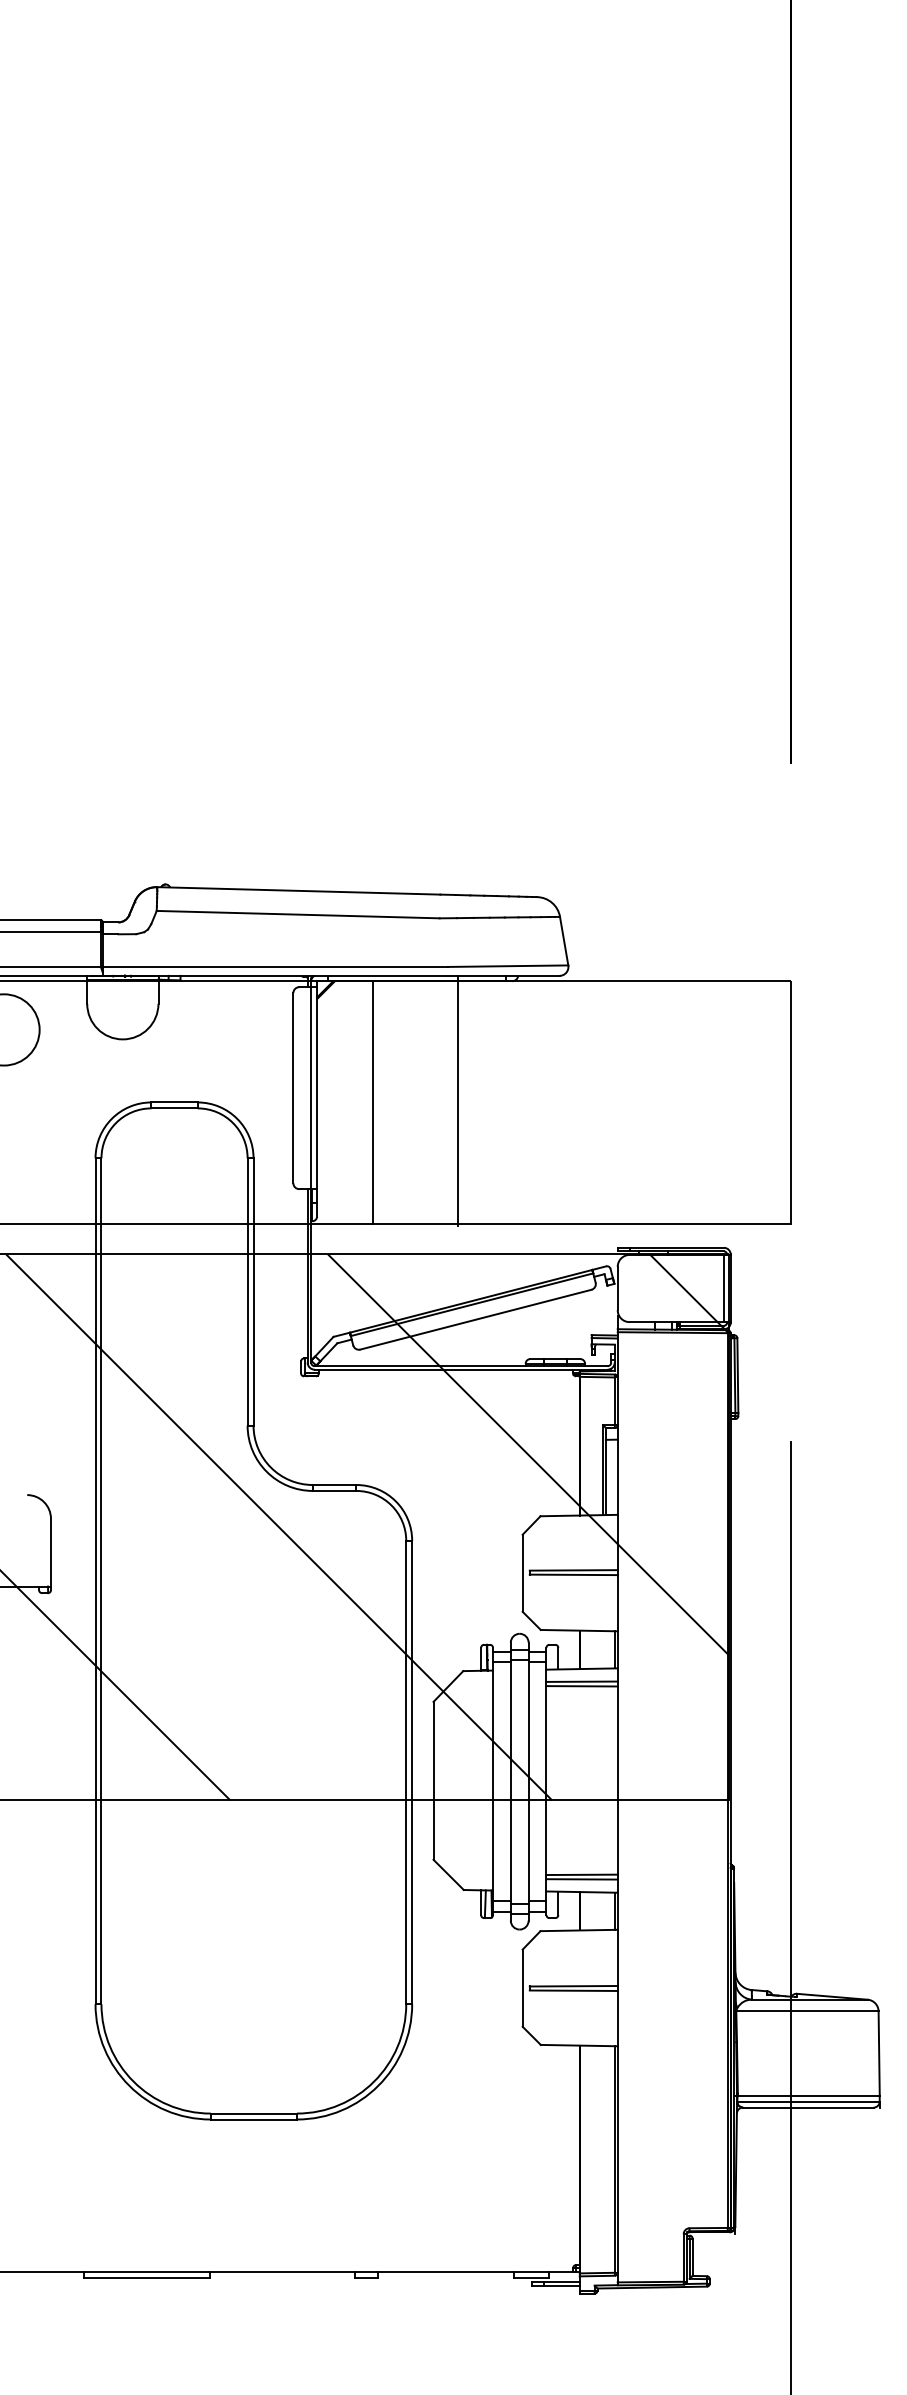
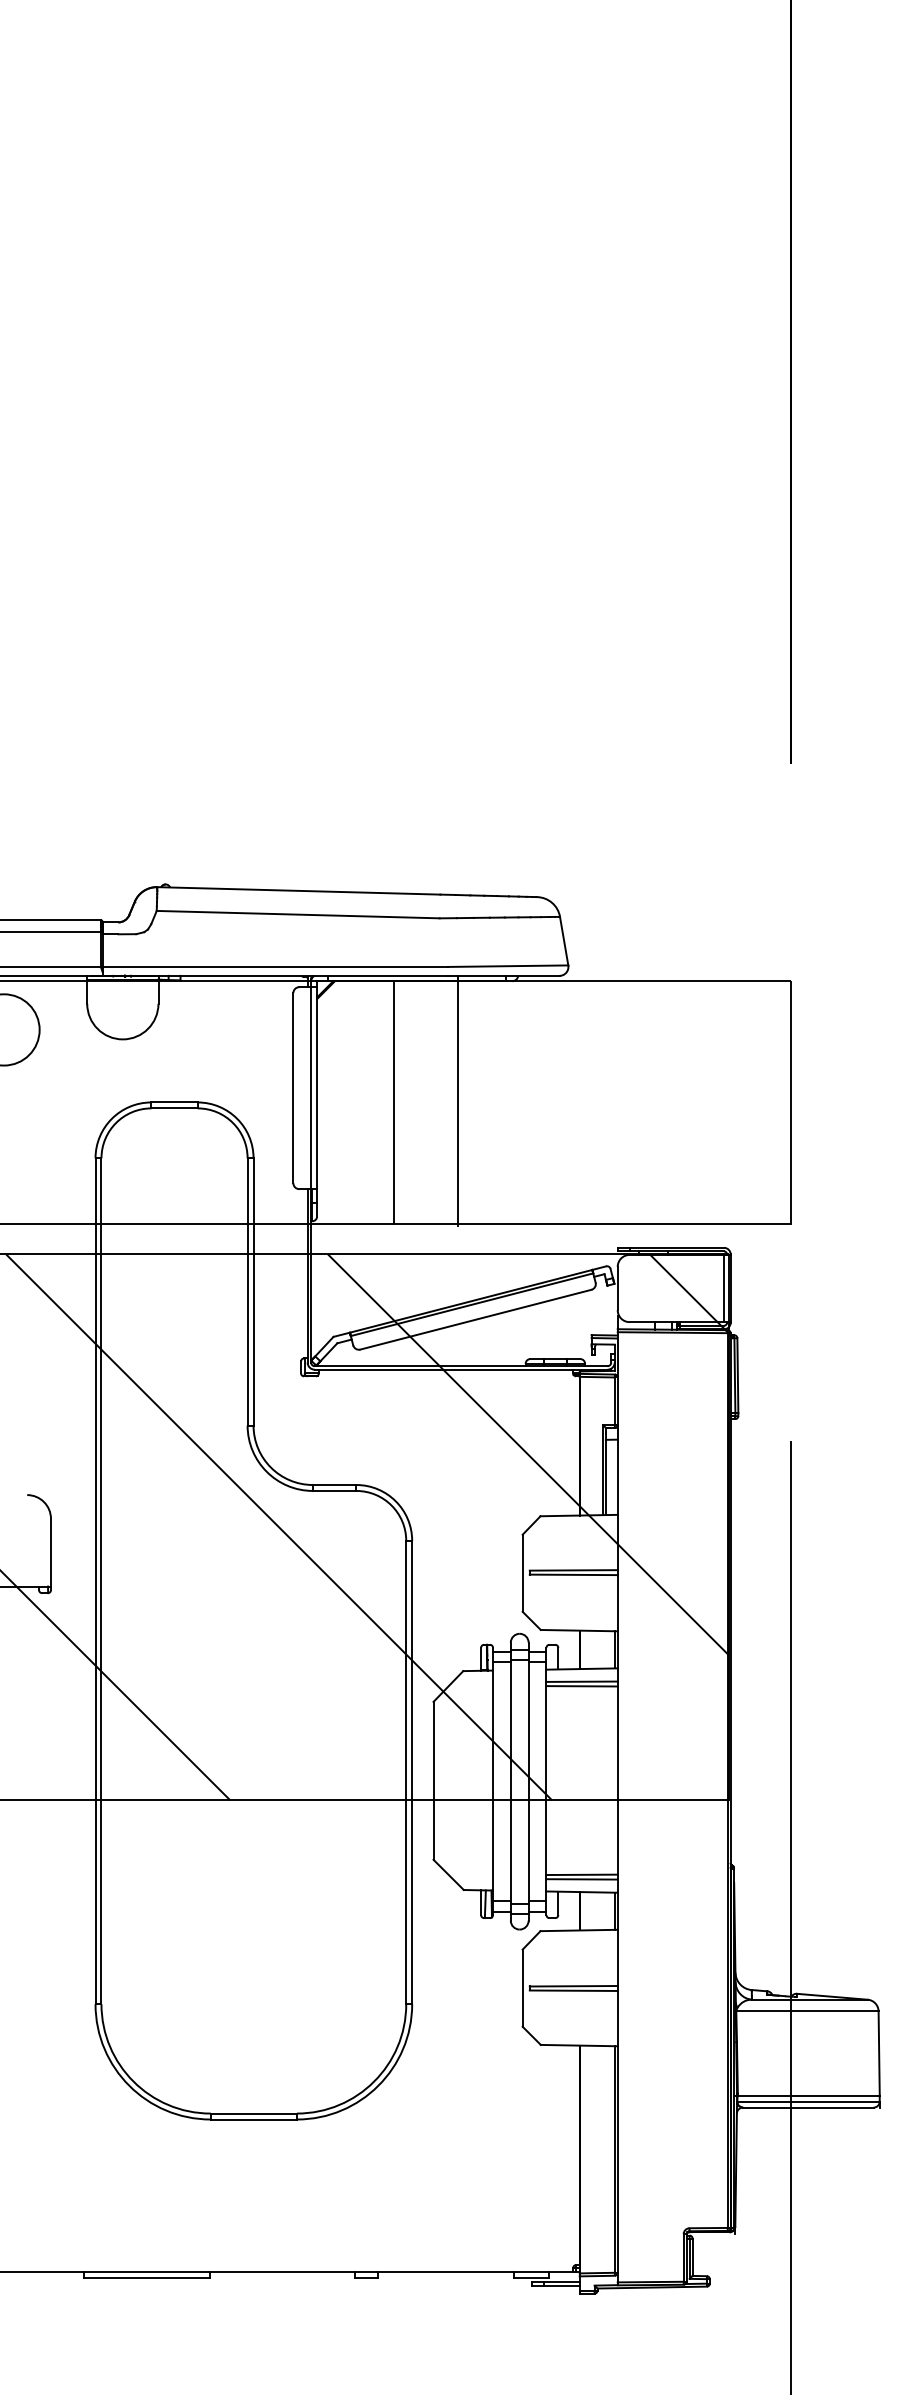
line at (372, 1102) position: (372, 1102) -> (393, 1102)
